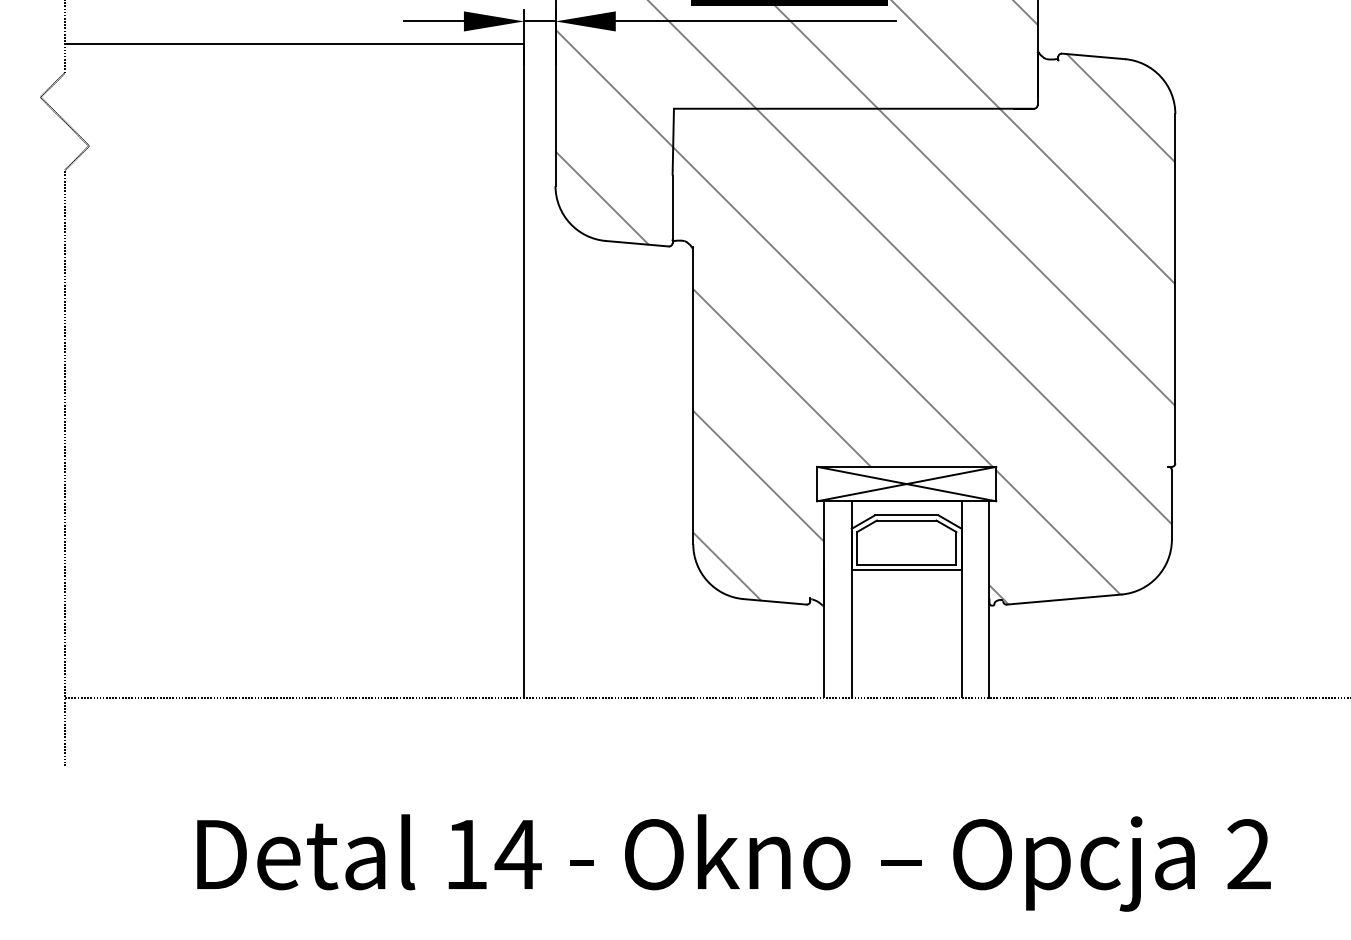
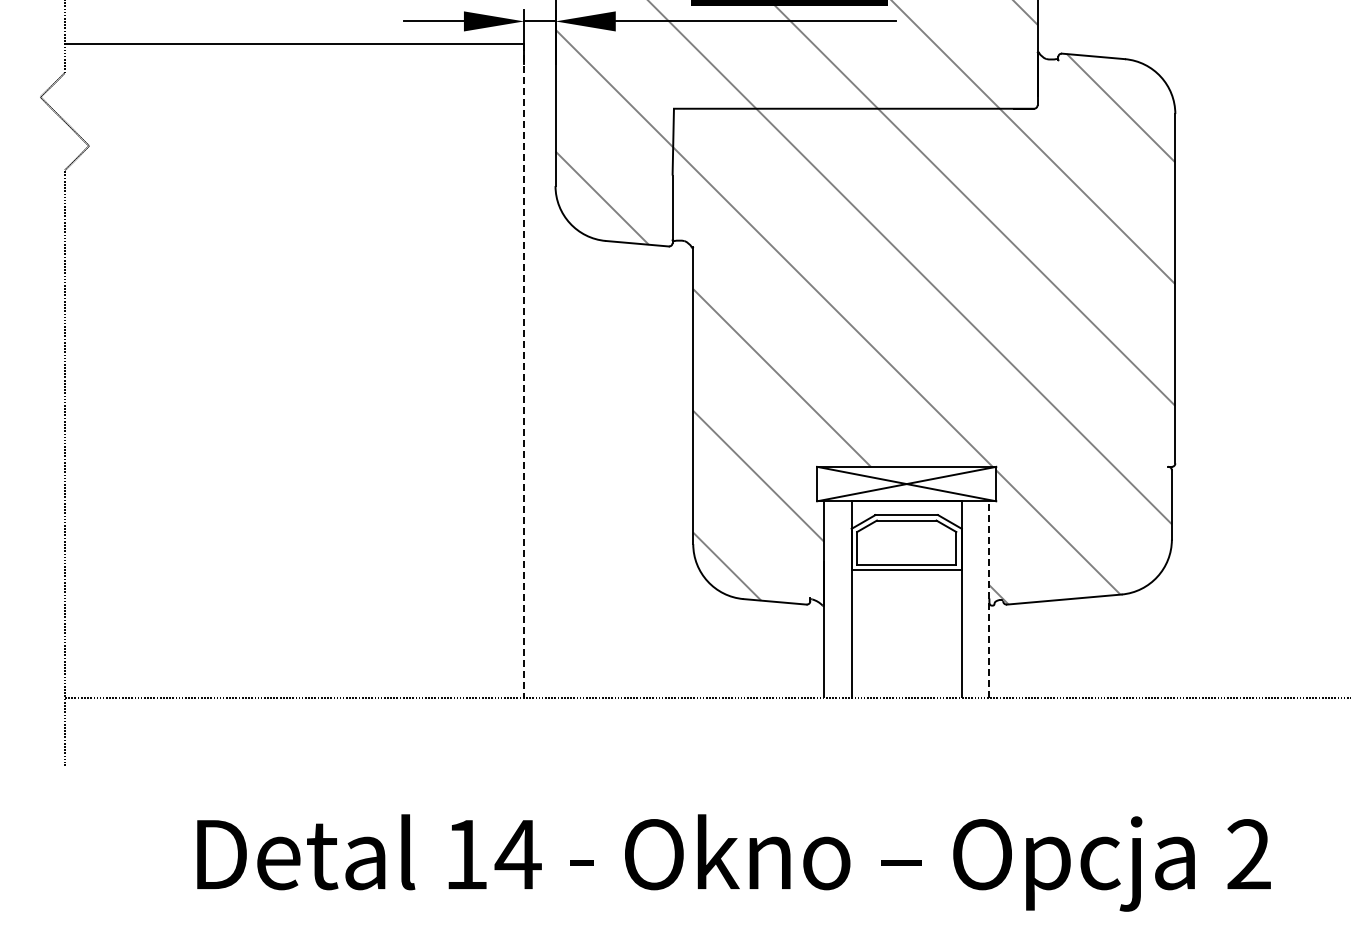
line at (524, 370): solid -> dashed
line at (989, 598): solid -> dashed
